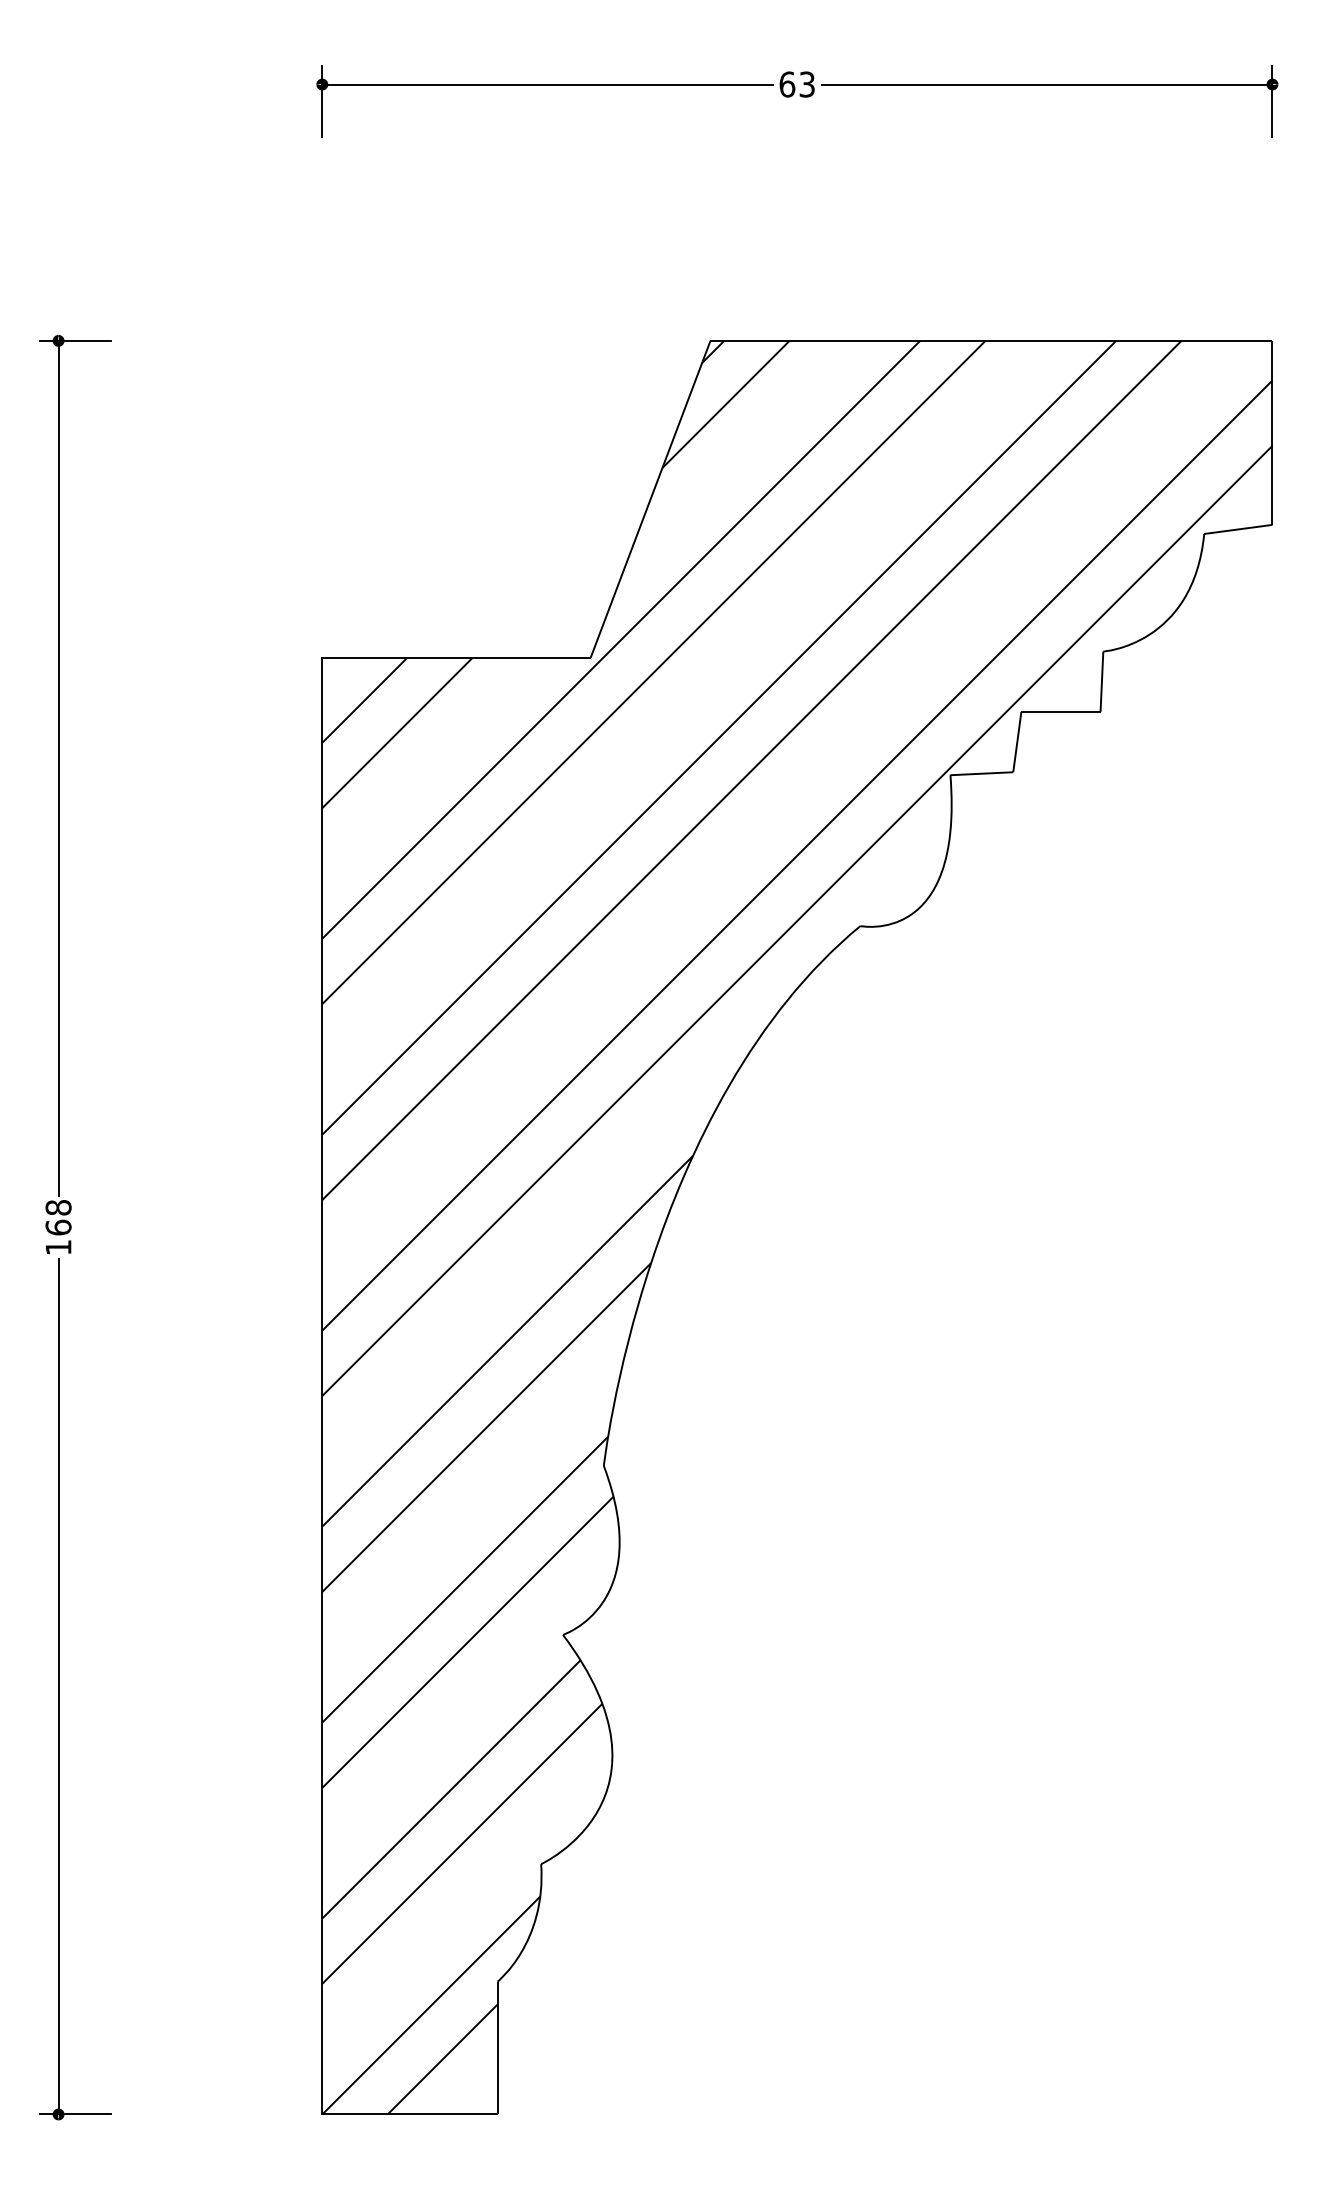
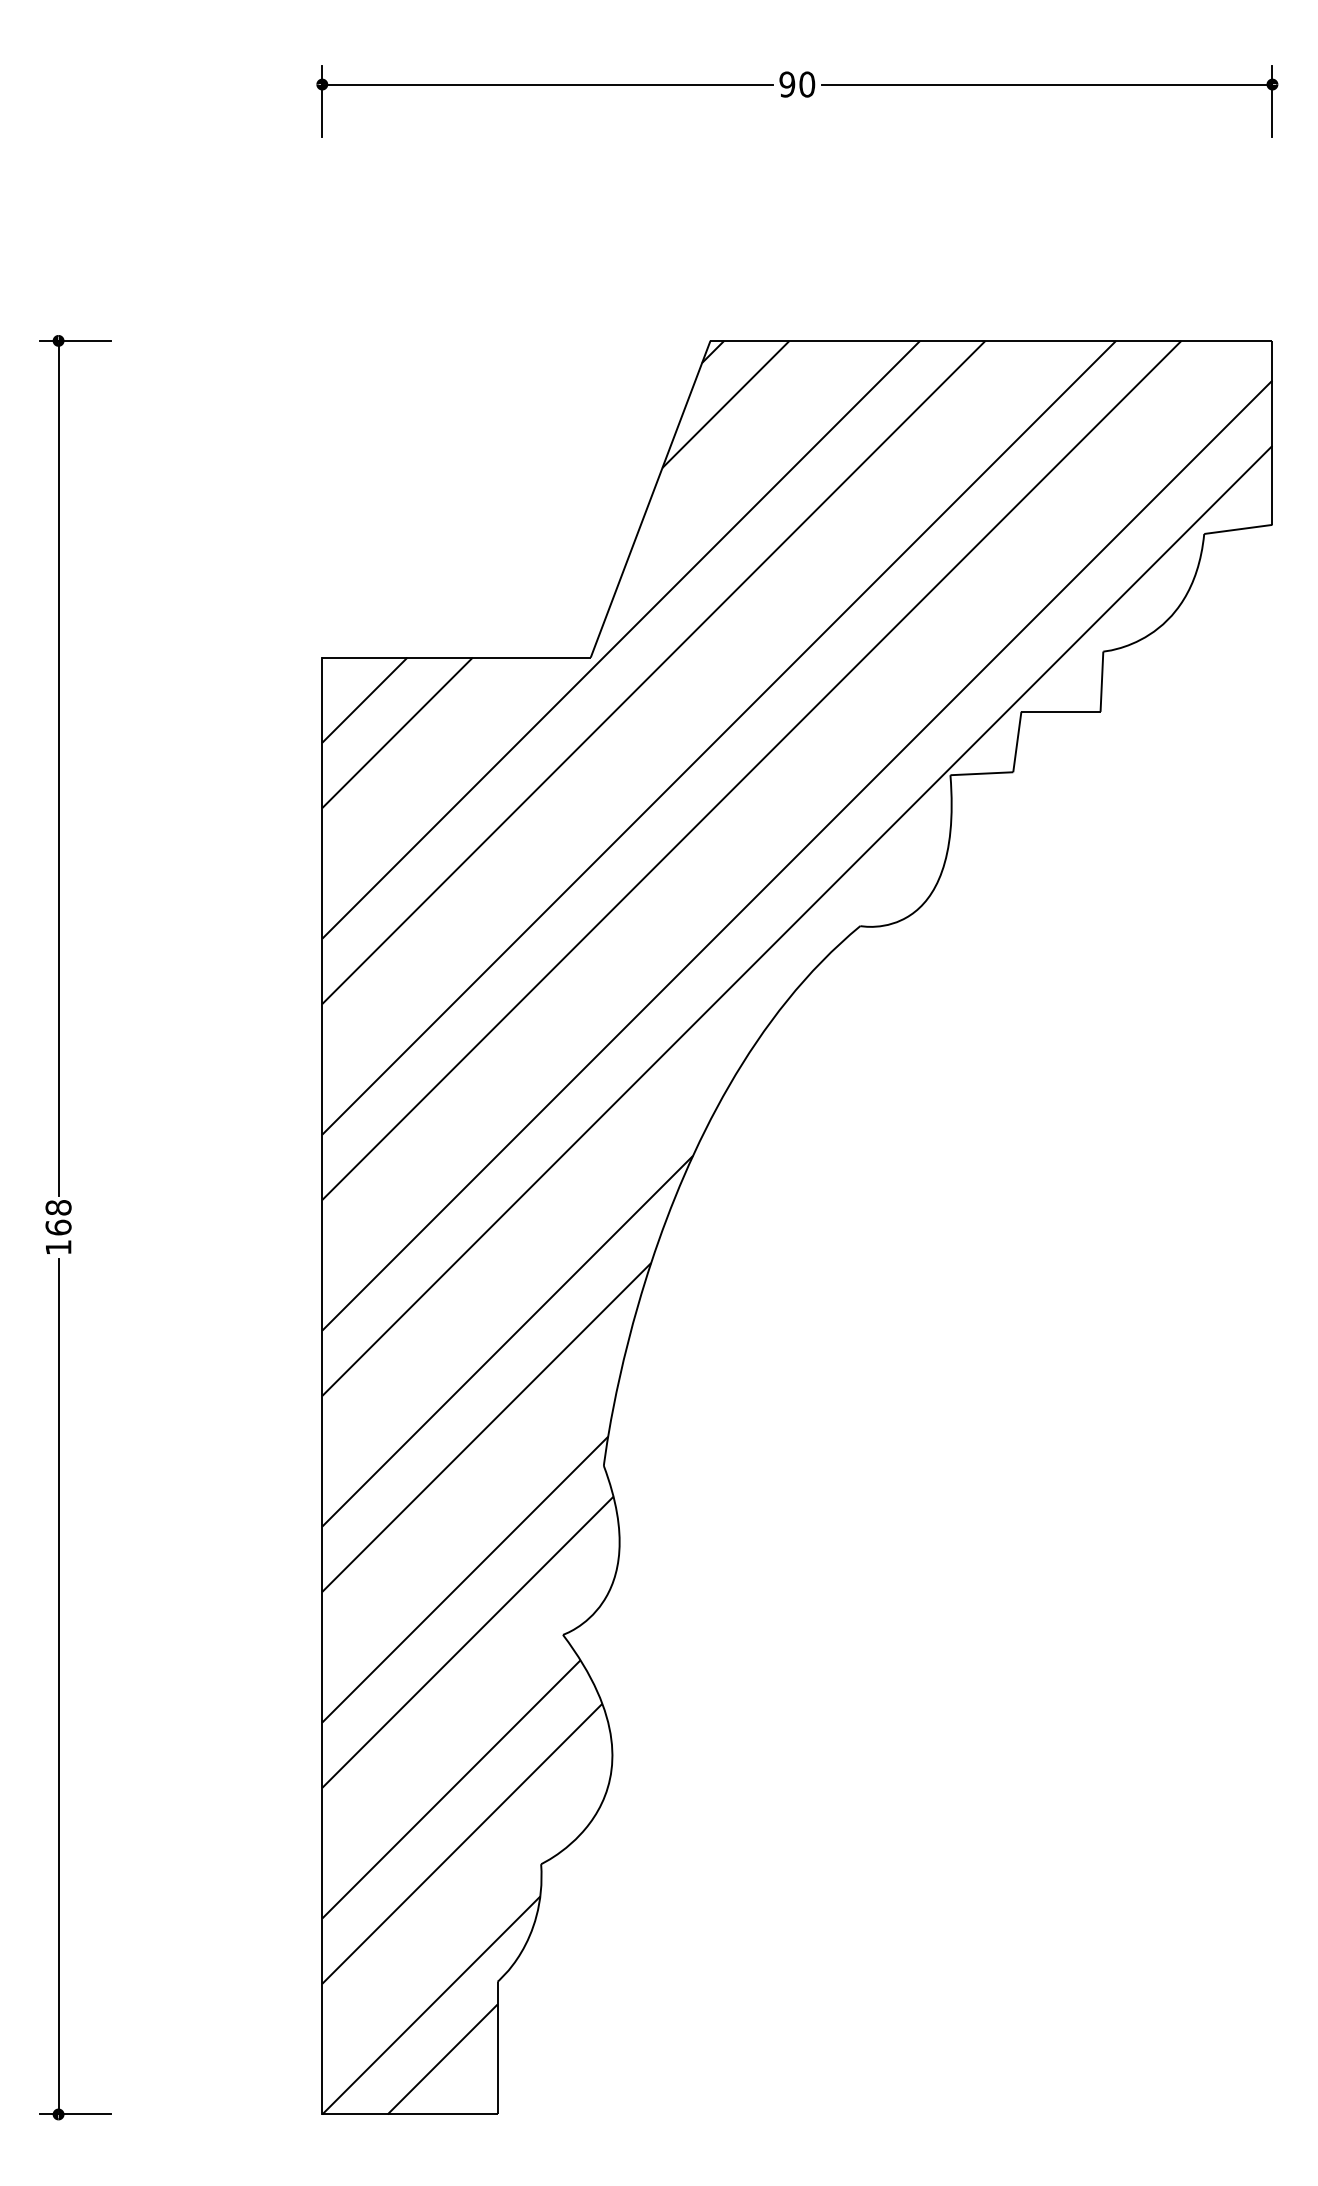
text at (797, 84): 63 -> 90
